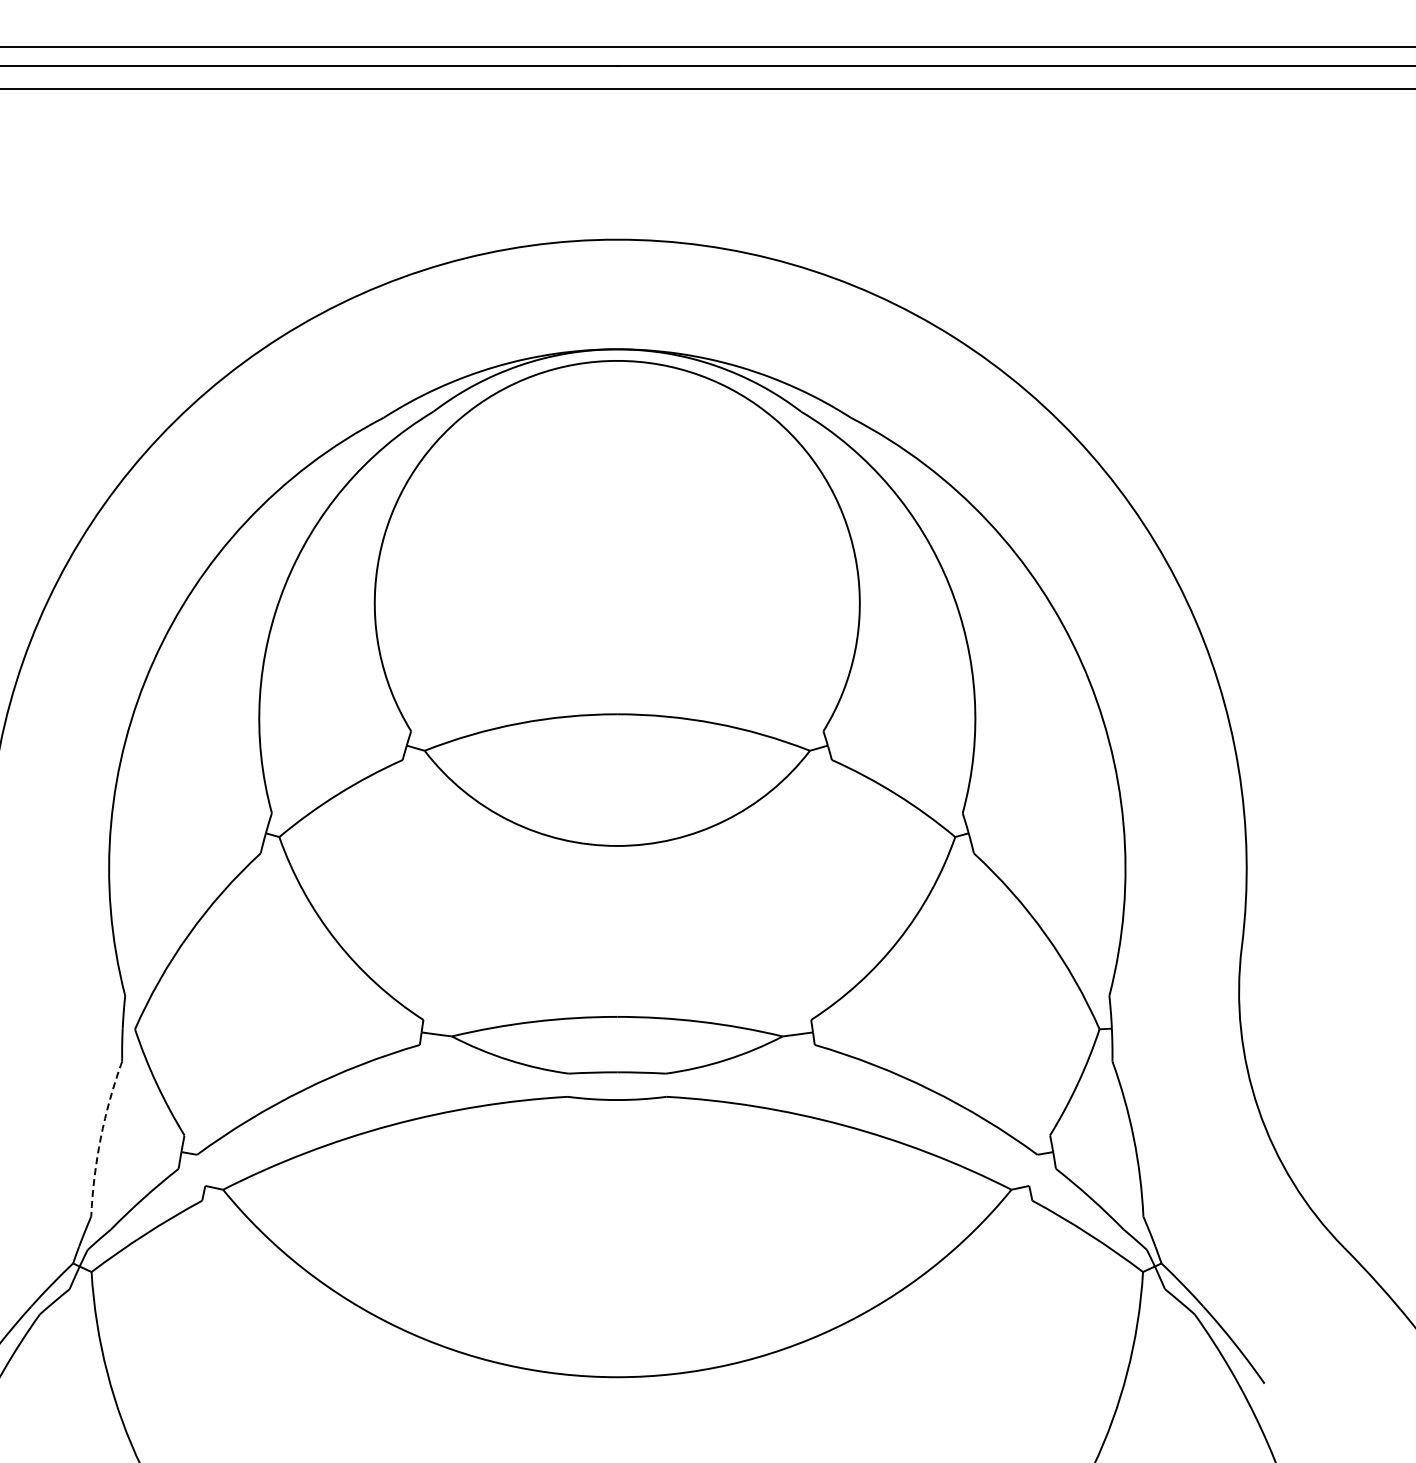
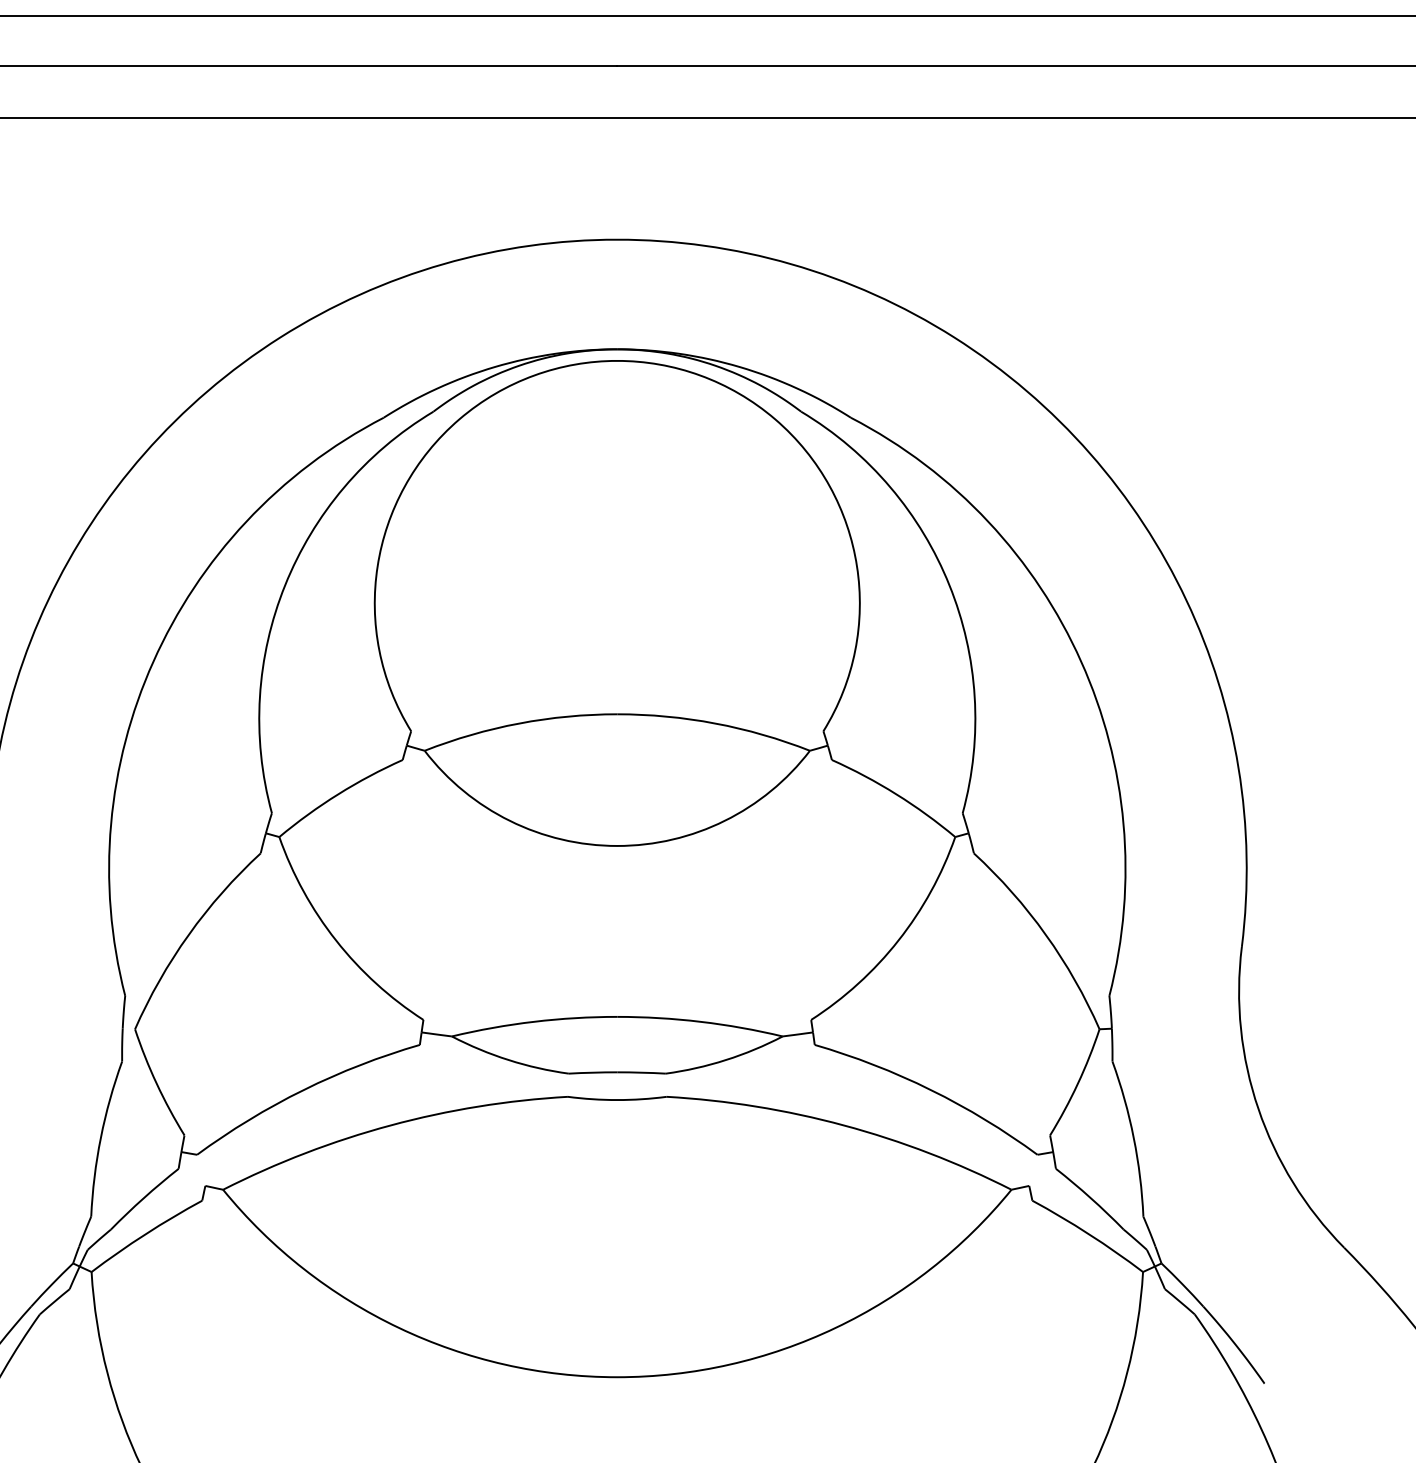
line at (707, 46) position: (707, 46) -> (707, 15)
line at (707, 89) position: (707, 89) -> (707, 118)
arc at (100, 1137): dashed -> solid
